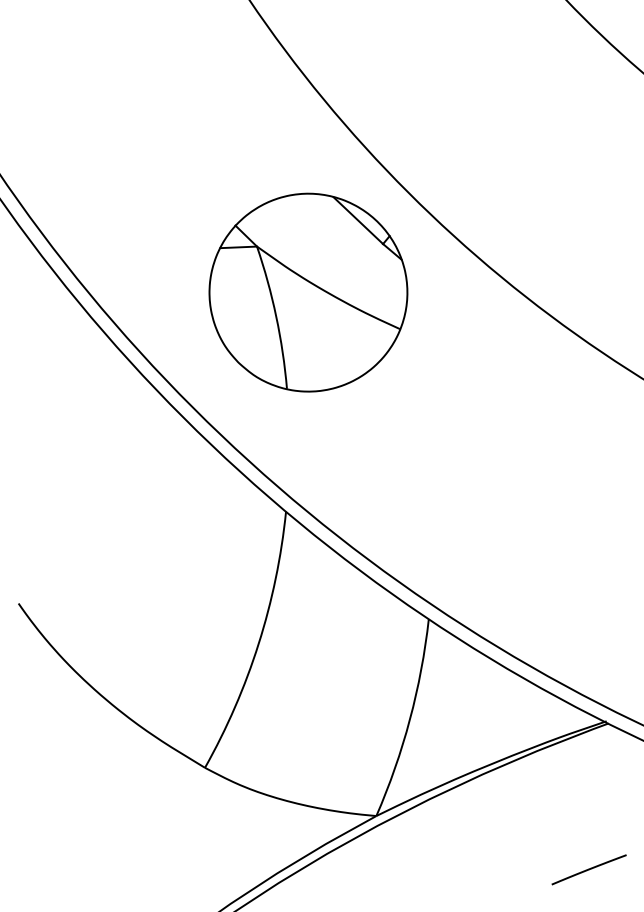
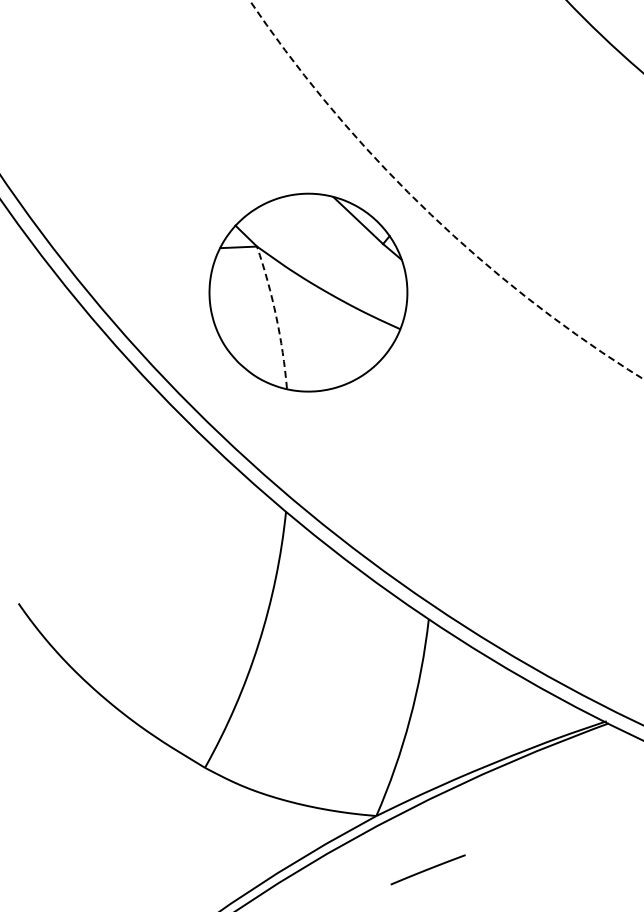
circle at (446, 189): solid -> dashed
arc at (276, 316): solid -> dashed
line at (588, 869) position: (588, 869) -> (427, 869)
